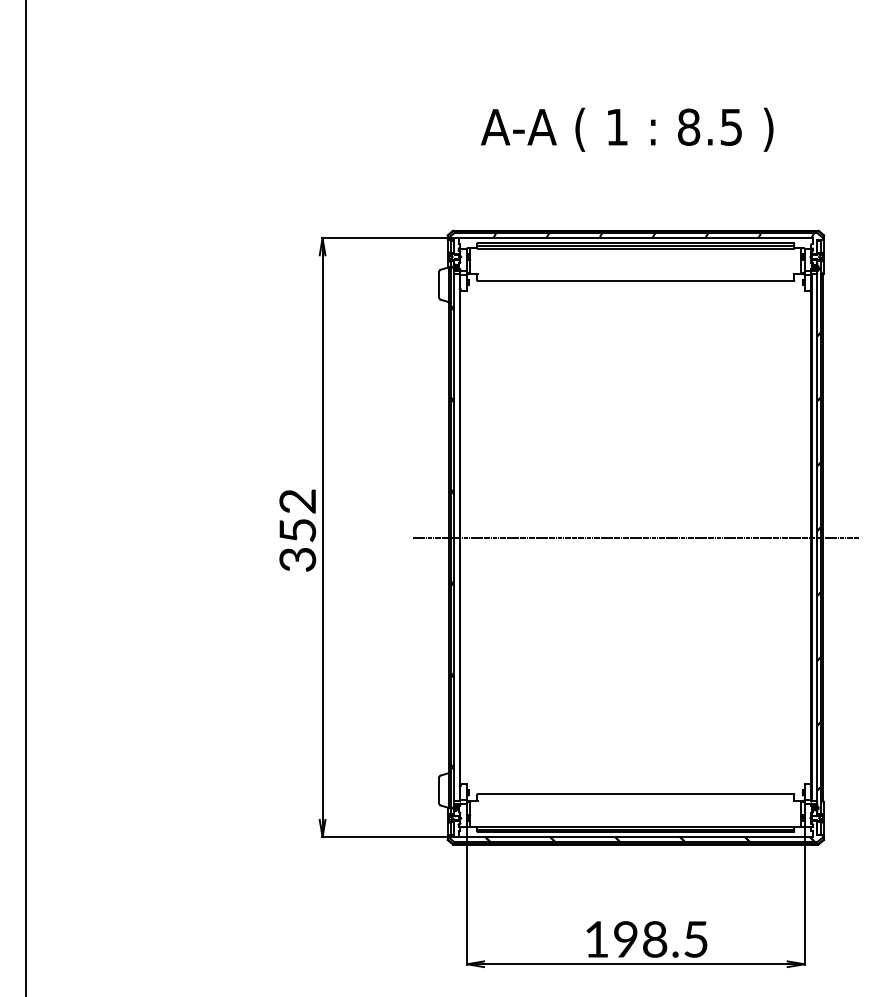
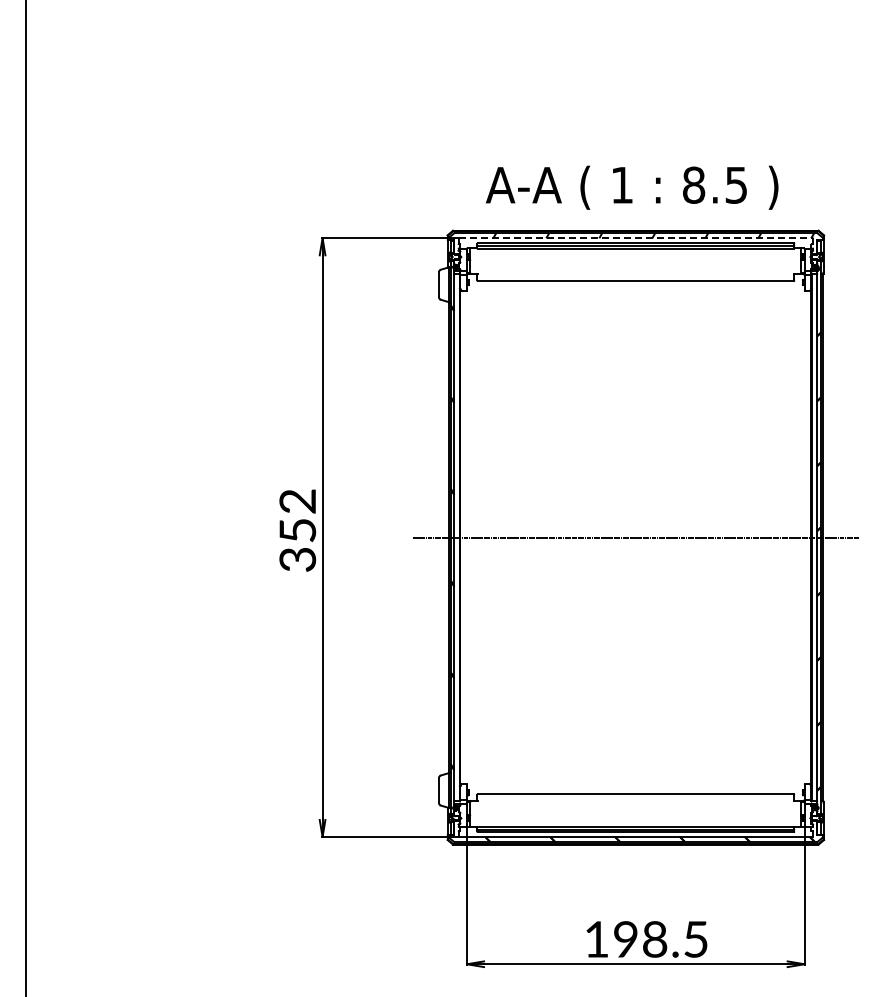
text at (627, 129) position: (627, 129) -> (632, 187)
line at (635, 238): solid -> dashed
